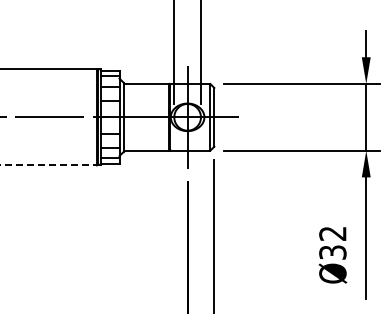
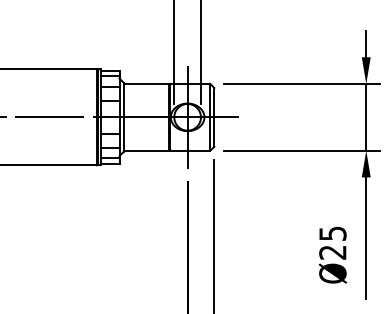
line at (48, 165): dashed -> solid
text at (332, 242): Ø32 -> Ø25
